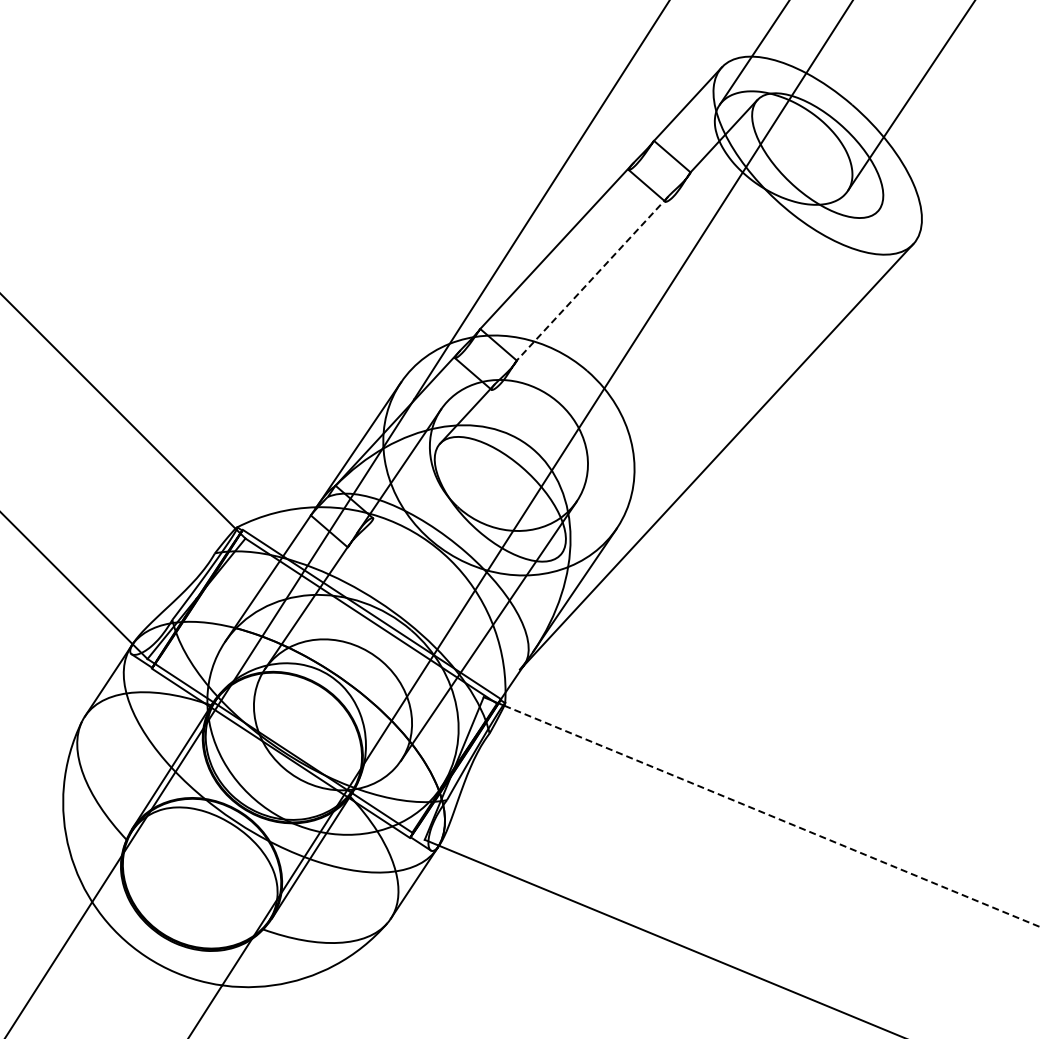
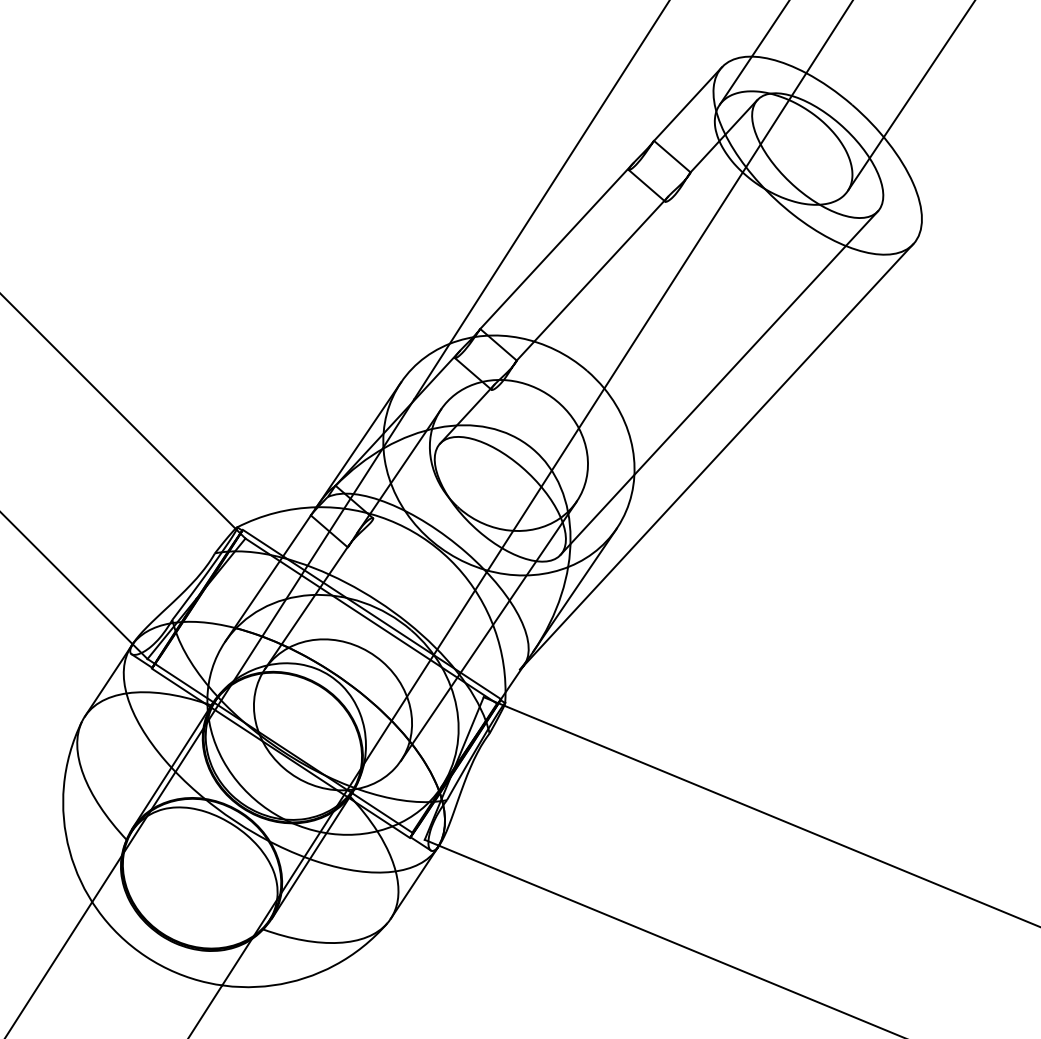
line at (592, 278): dashed -> solid
line at (718, 382): none -> present
line at (772, 816): dashed -> solid
